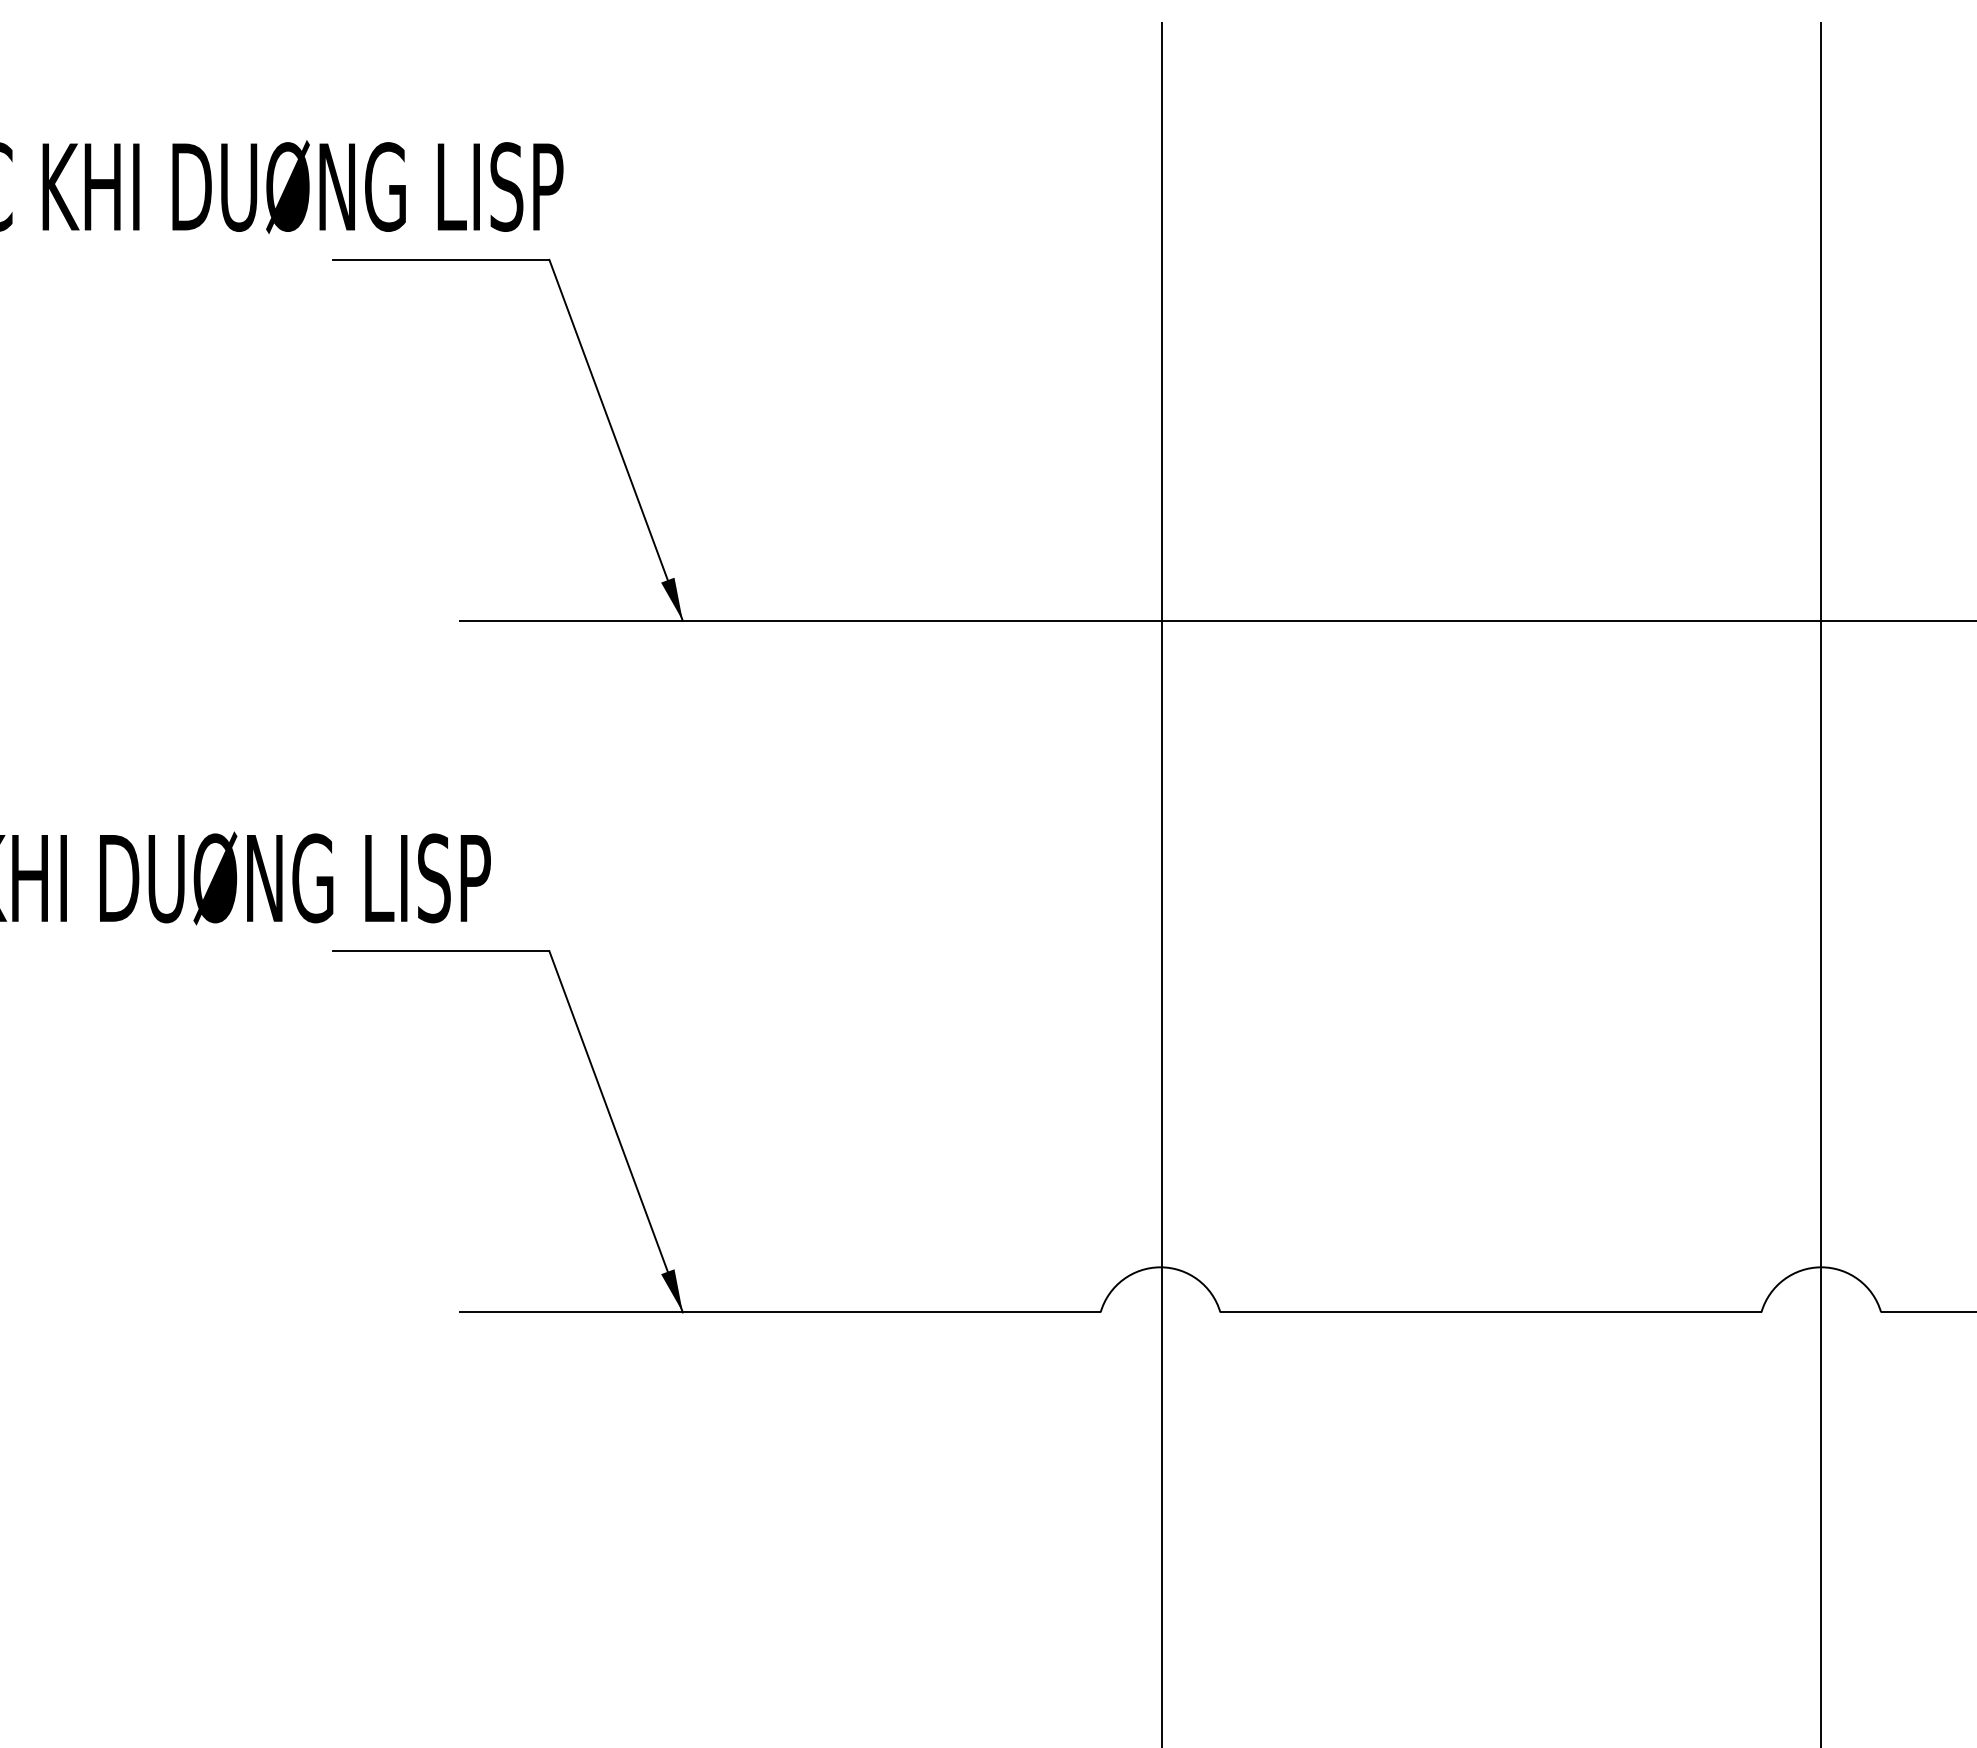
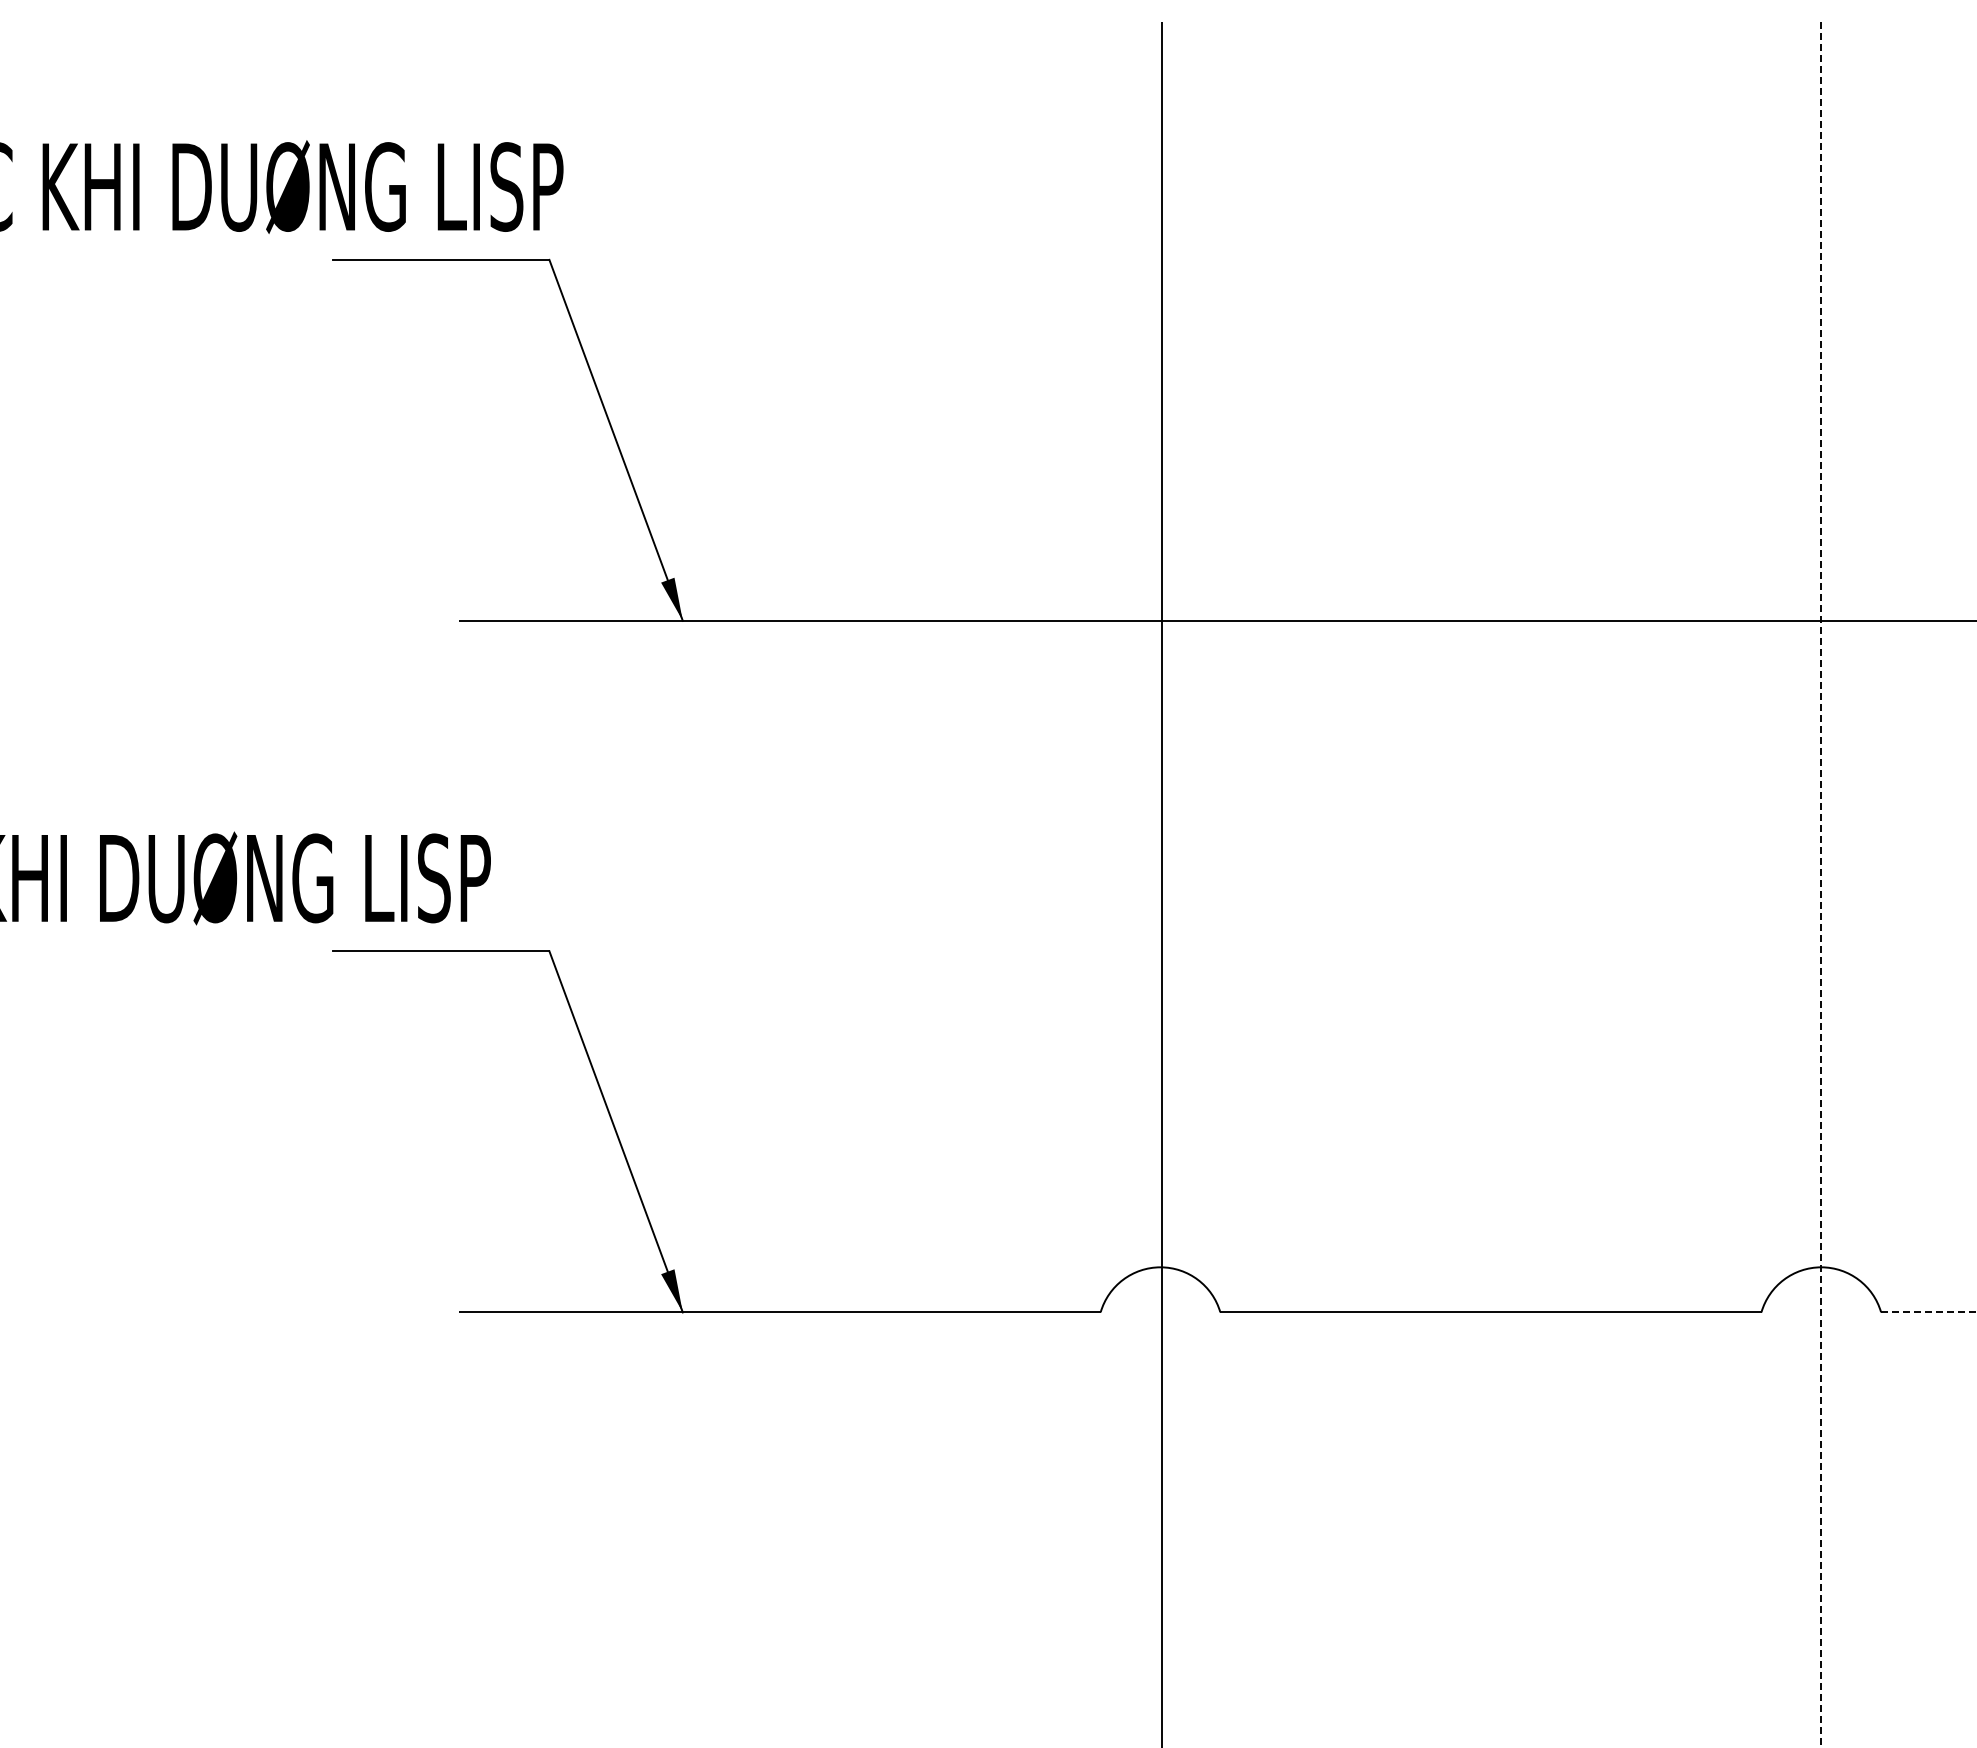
line at (1821, 884): solid -> dashed
line at (1929, 1312): solid -> dashed
